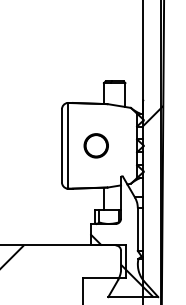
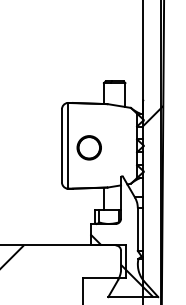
circle at (95, 145) position: (95, 145) -> (88, 147)
